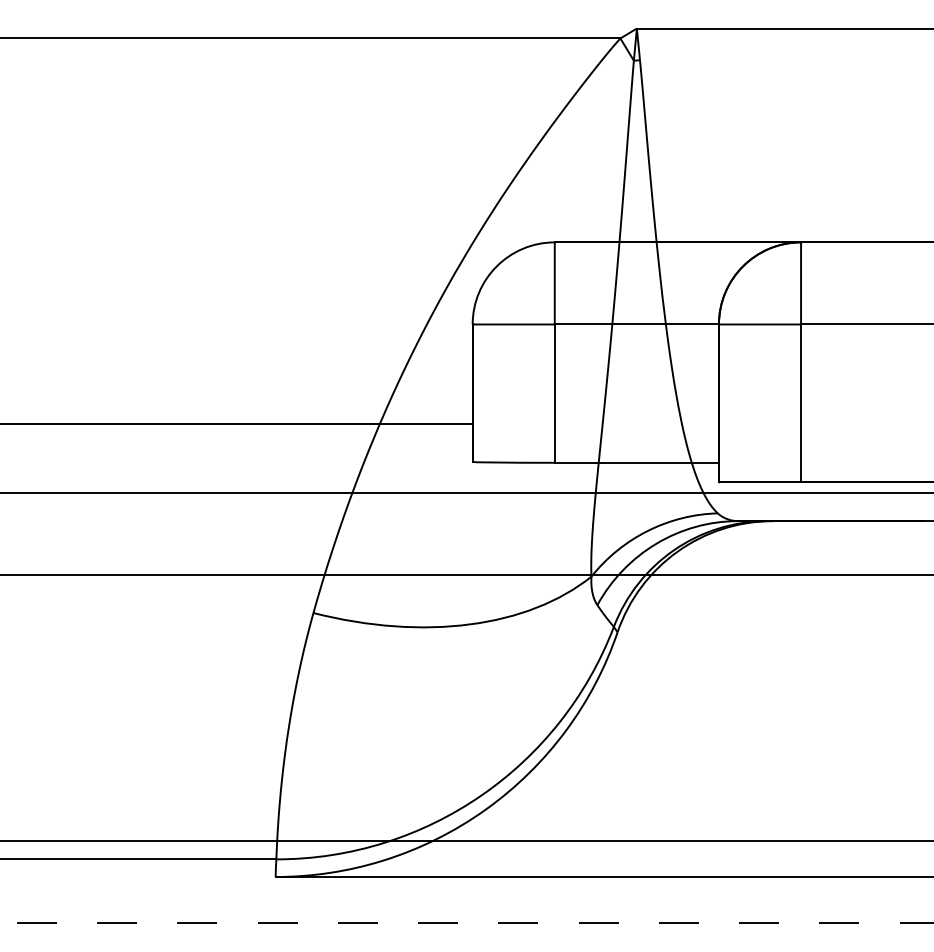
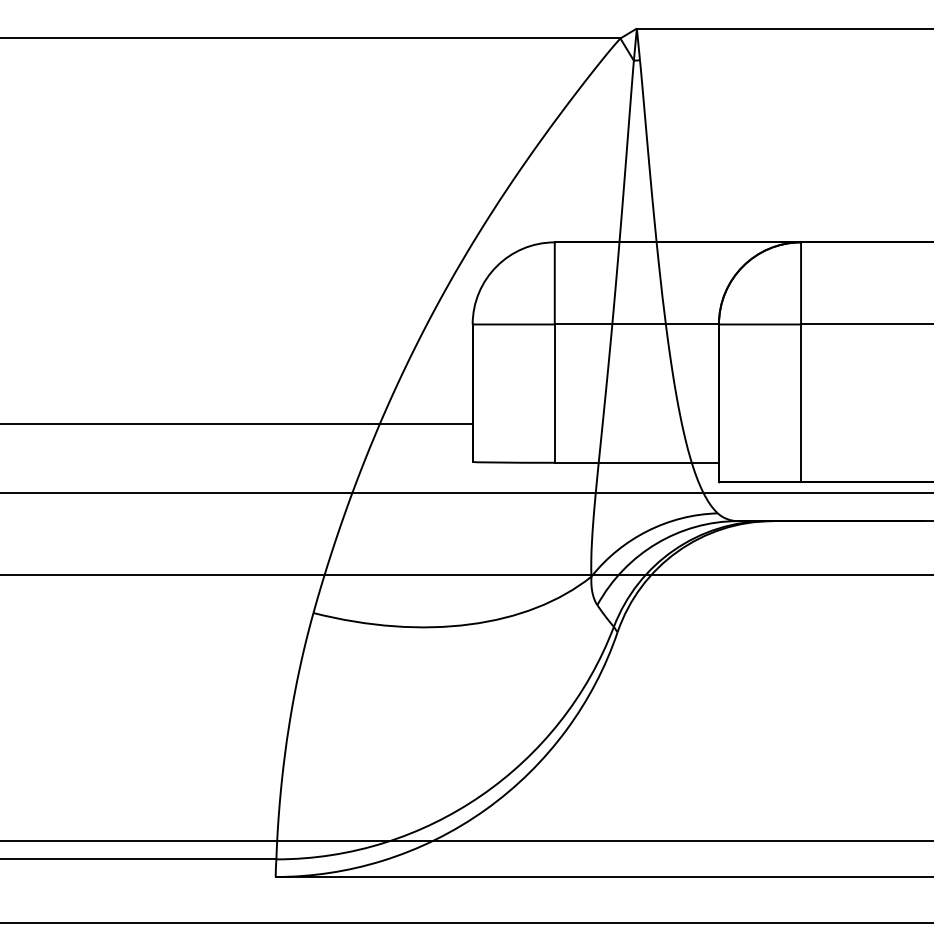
line at (467, 923): dashed -> solid
